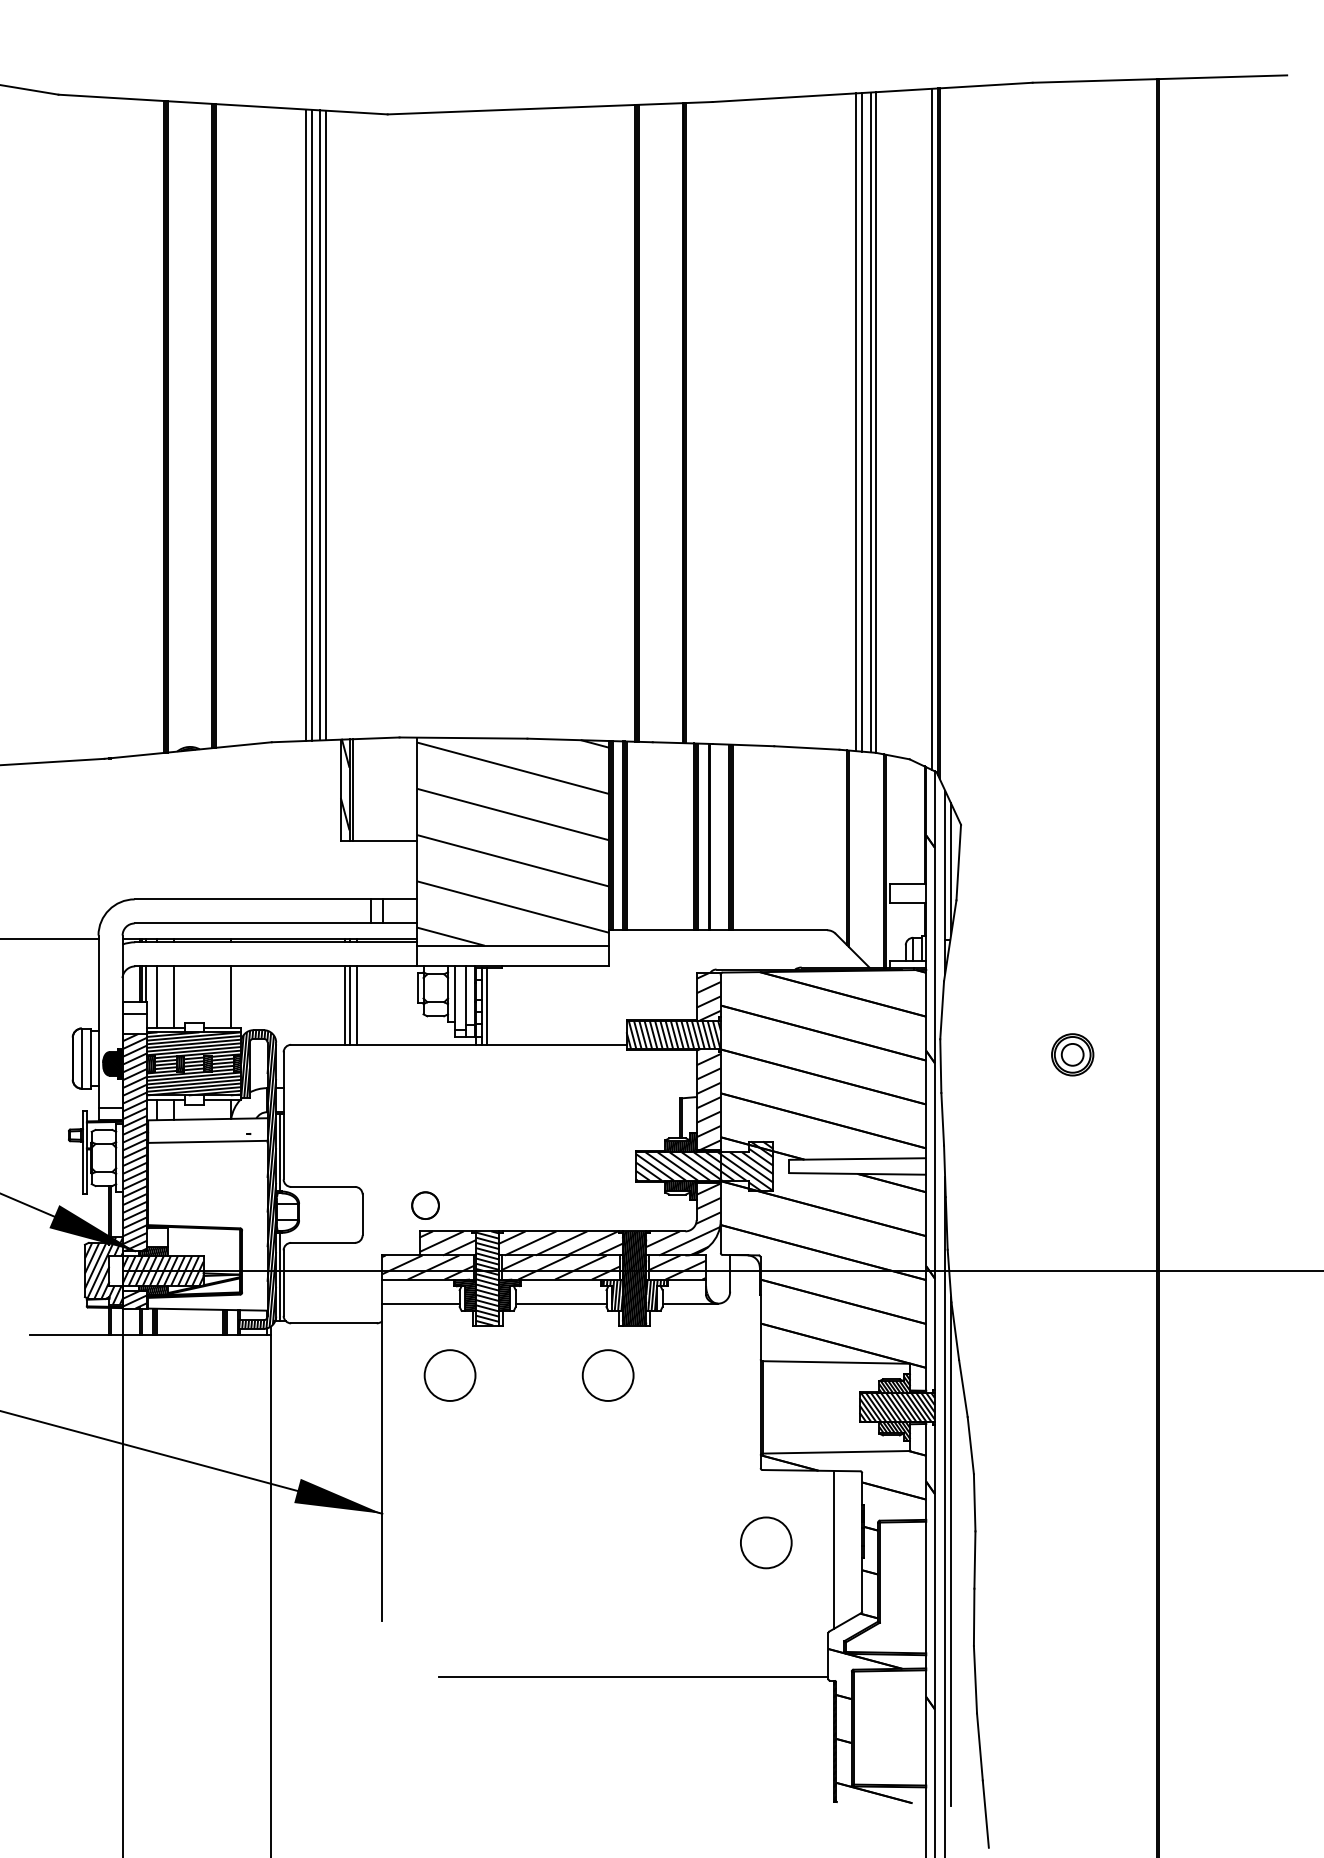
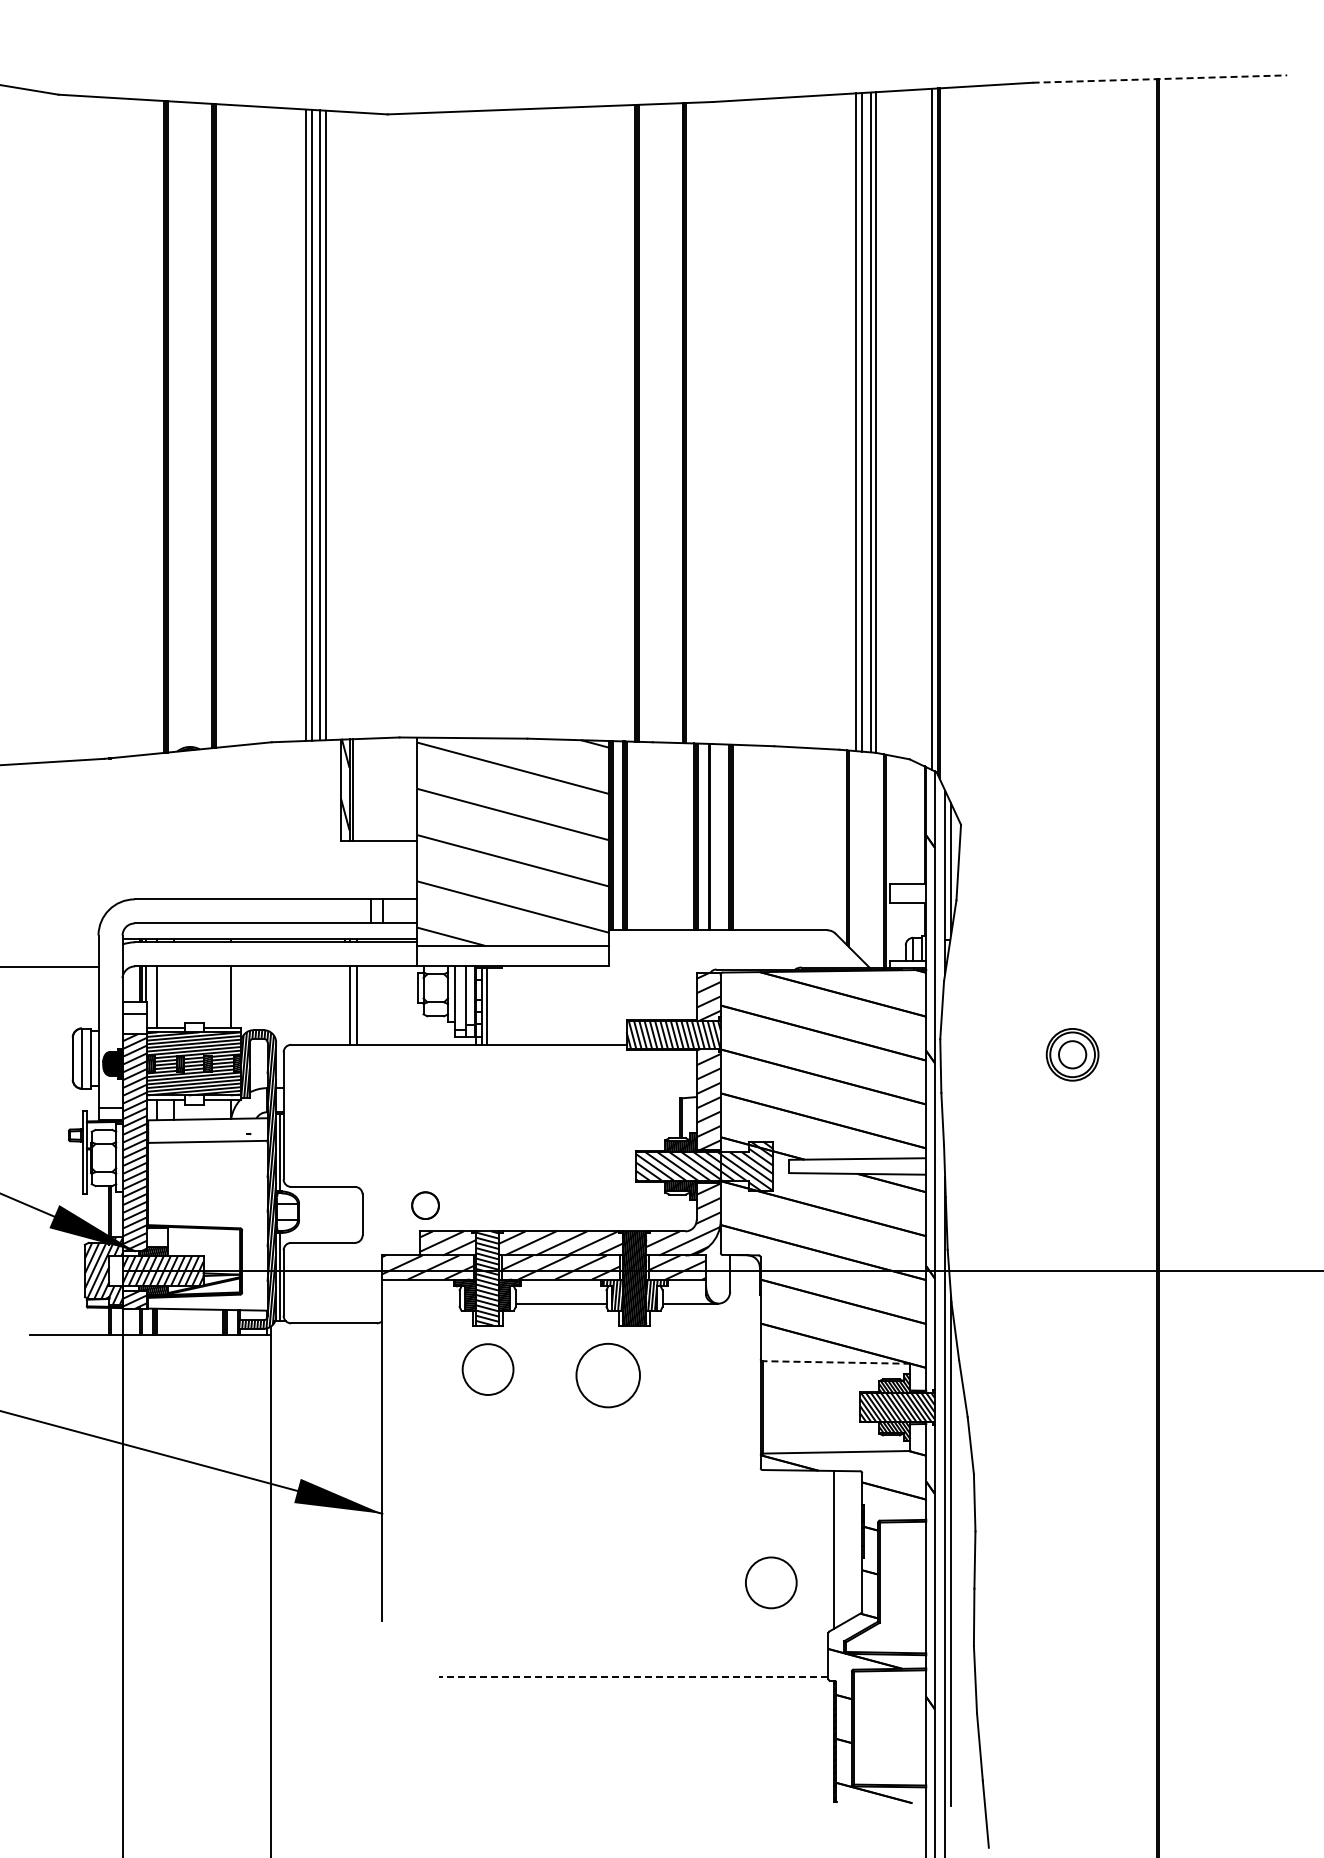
line at (1160, 79): solid -> dashed
line at (50, 939) position: (50, 939) -> (50, 967)
line at (174, 997): present -> none
line at (345, 1005): present -> none
part at (1072, 1054) size: 44x44 px -> 55x54 px
line at (420, 1303): present -> none
line at (836, 1362): solid -> dashed
circle at (449, 1375) position: (449, 1375) -> (487, 1369)
circle at (607, 1375) size: 54x53 px -> 66x67 px
circle at (766, 1542) position: (766, 1542) -> (771, 1582)
line at (633, 1677): solid -> dashed
